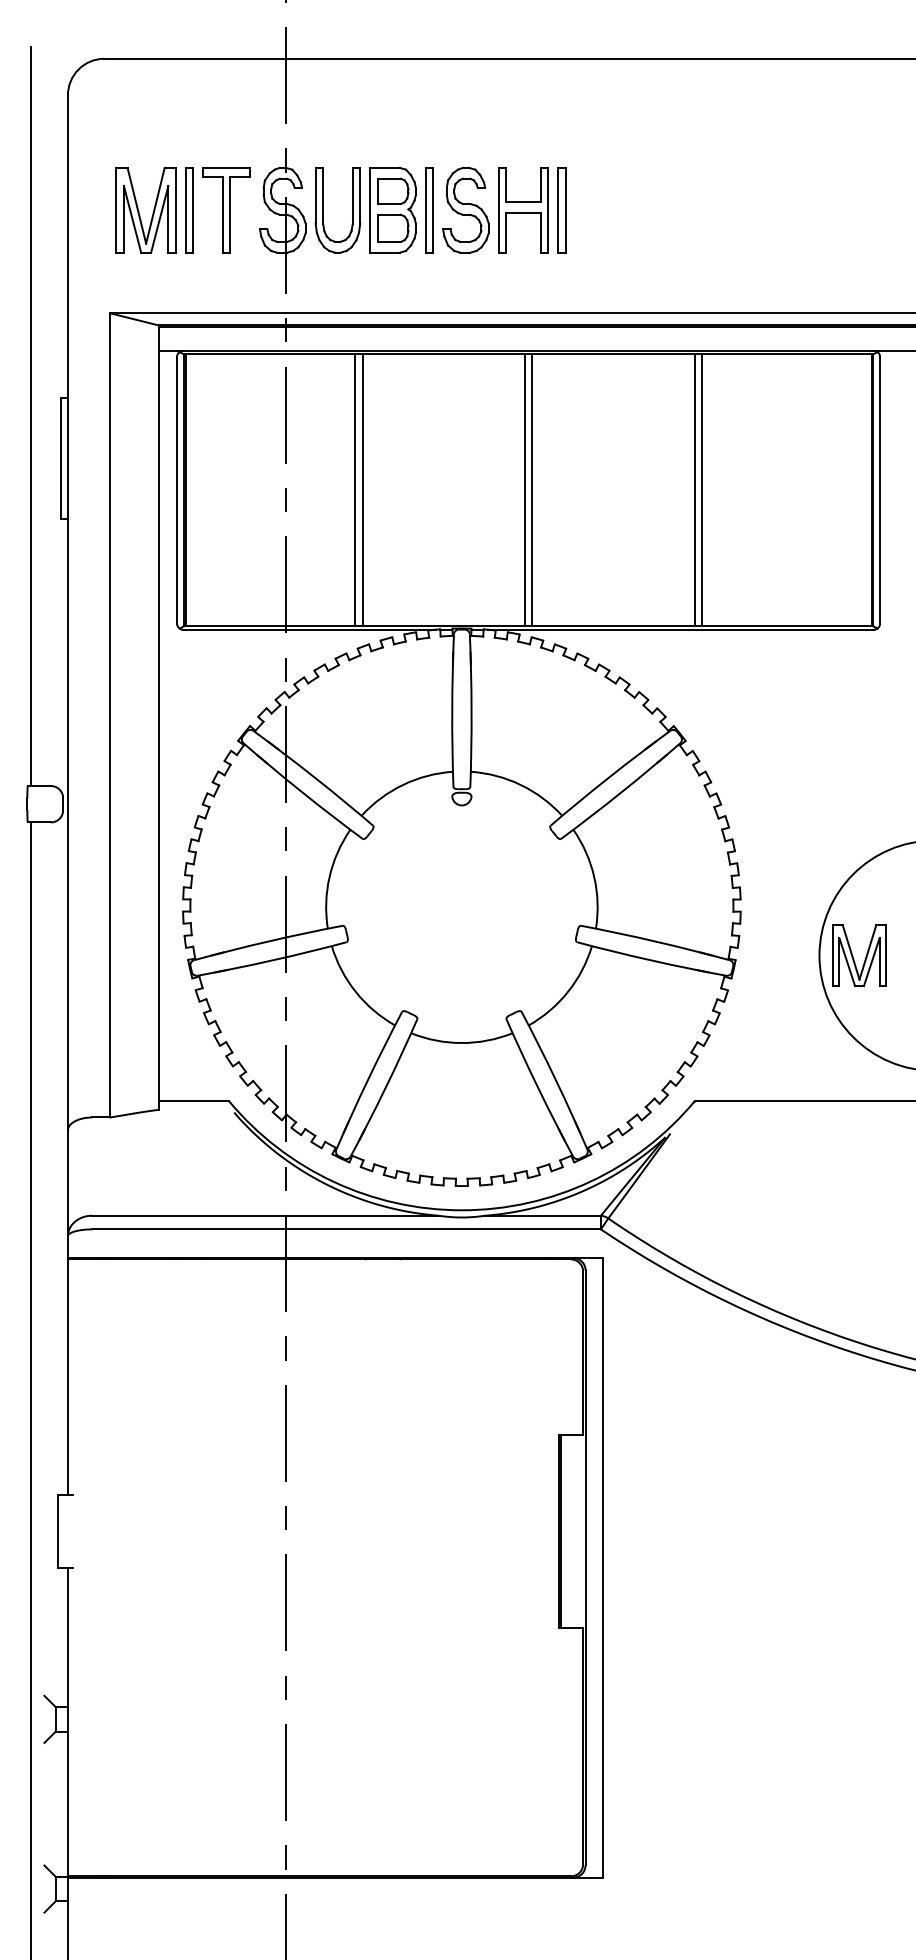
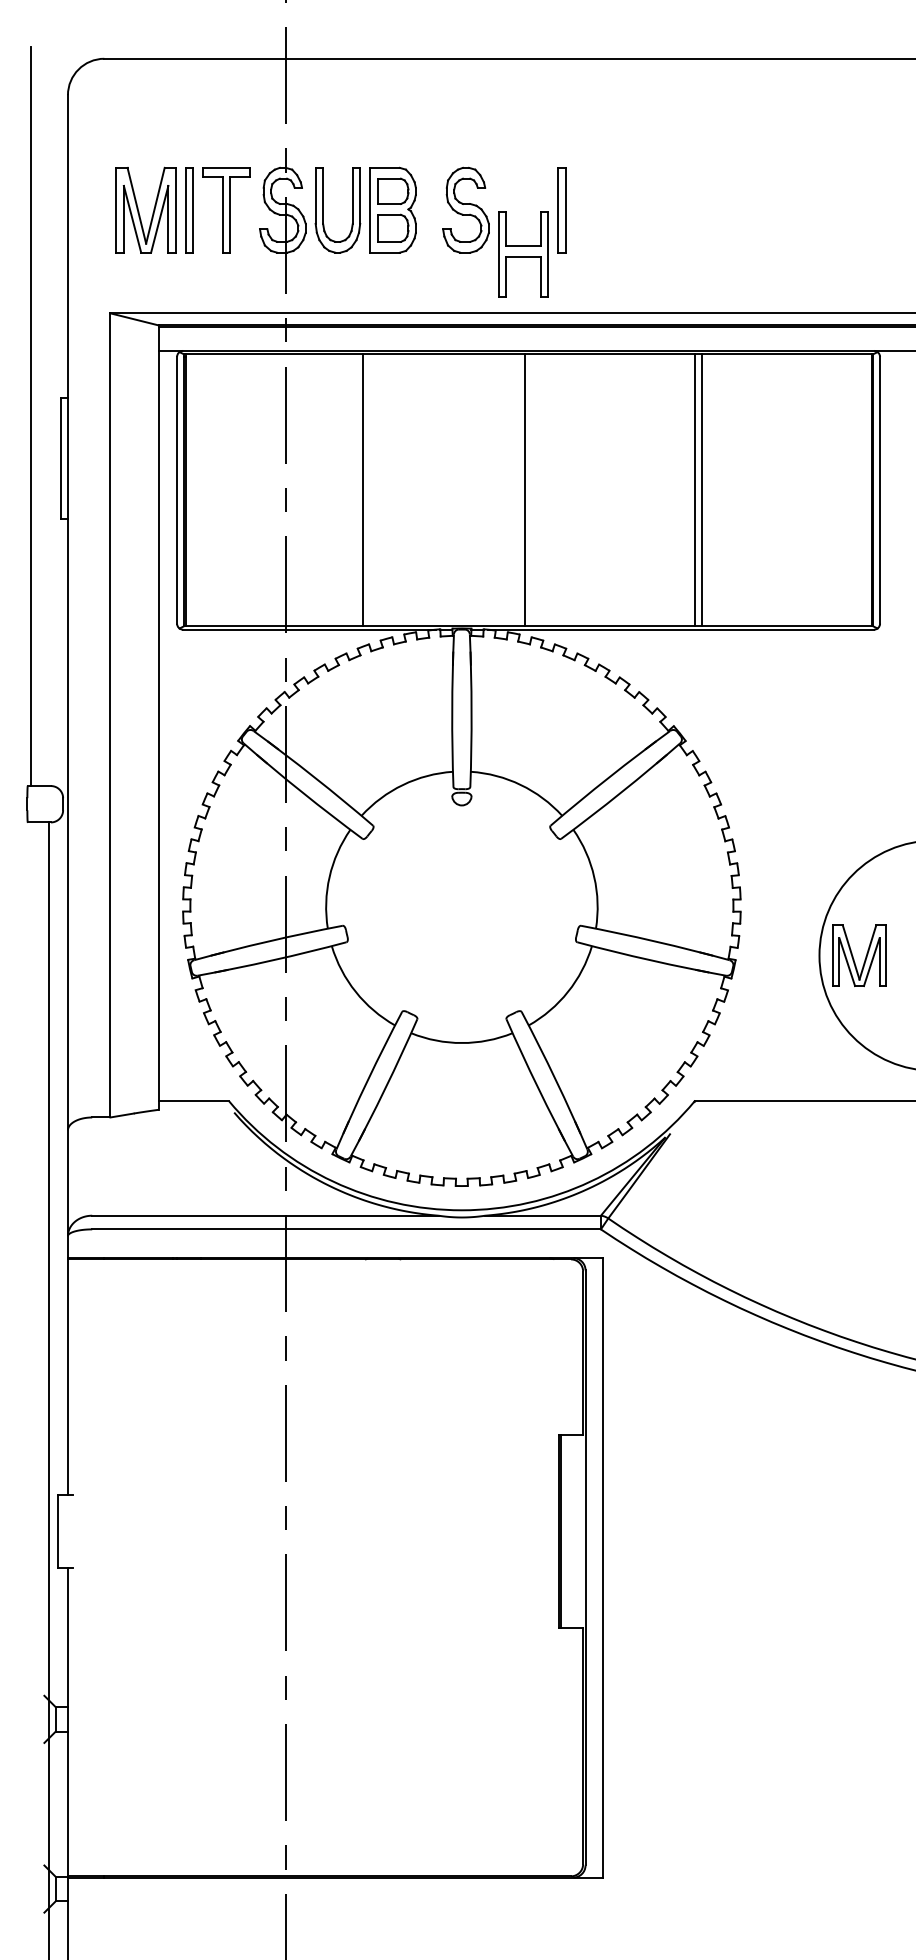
part at (429, 210): present -> none
part at (523, 210) position: (523, 210) -> (523, 254)
line at (355, 490): present -> none
line at (532, 490): present -> none
line at (31, 1389) position: (31, 1389) -> (49, 1389)
